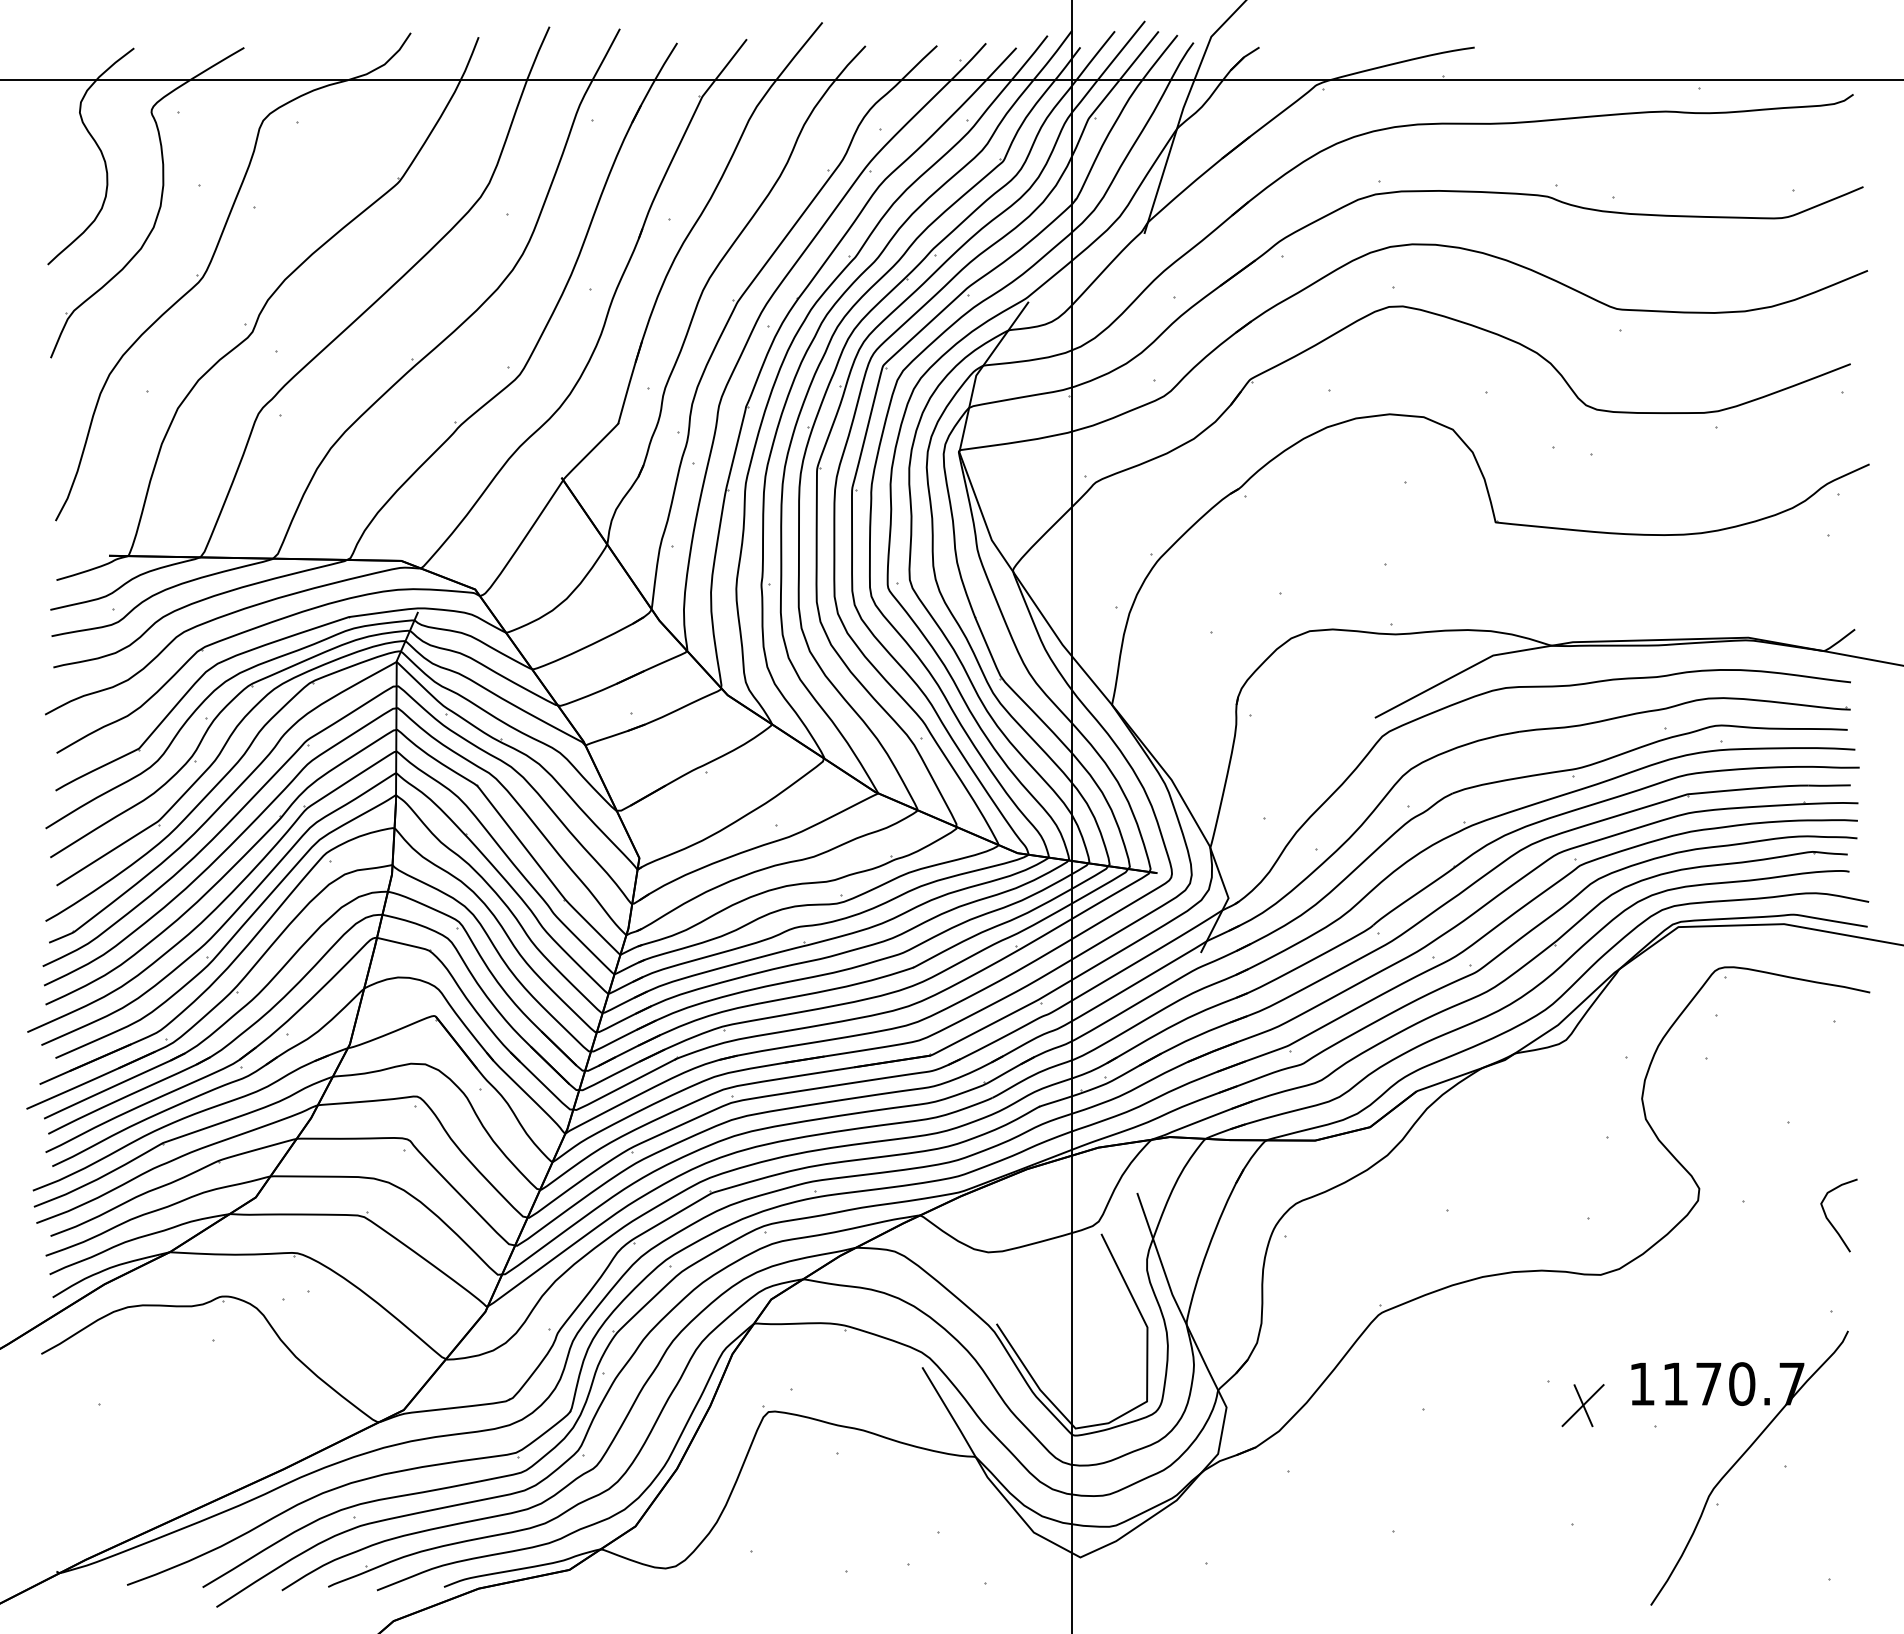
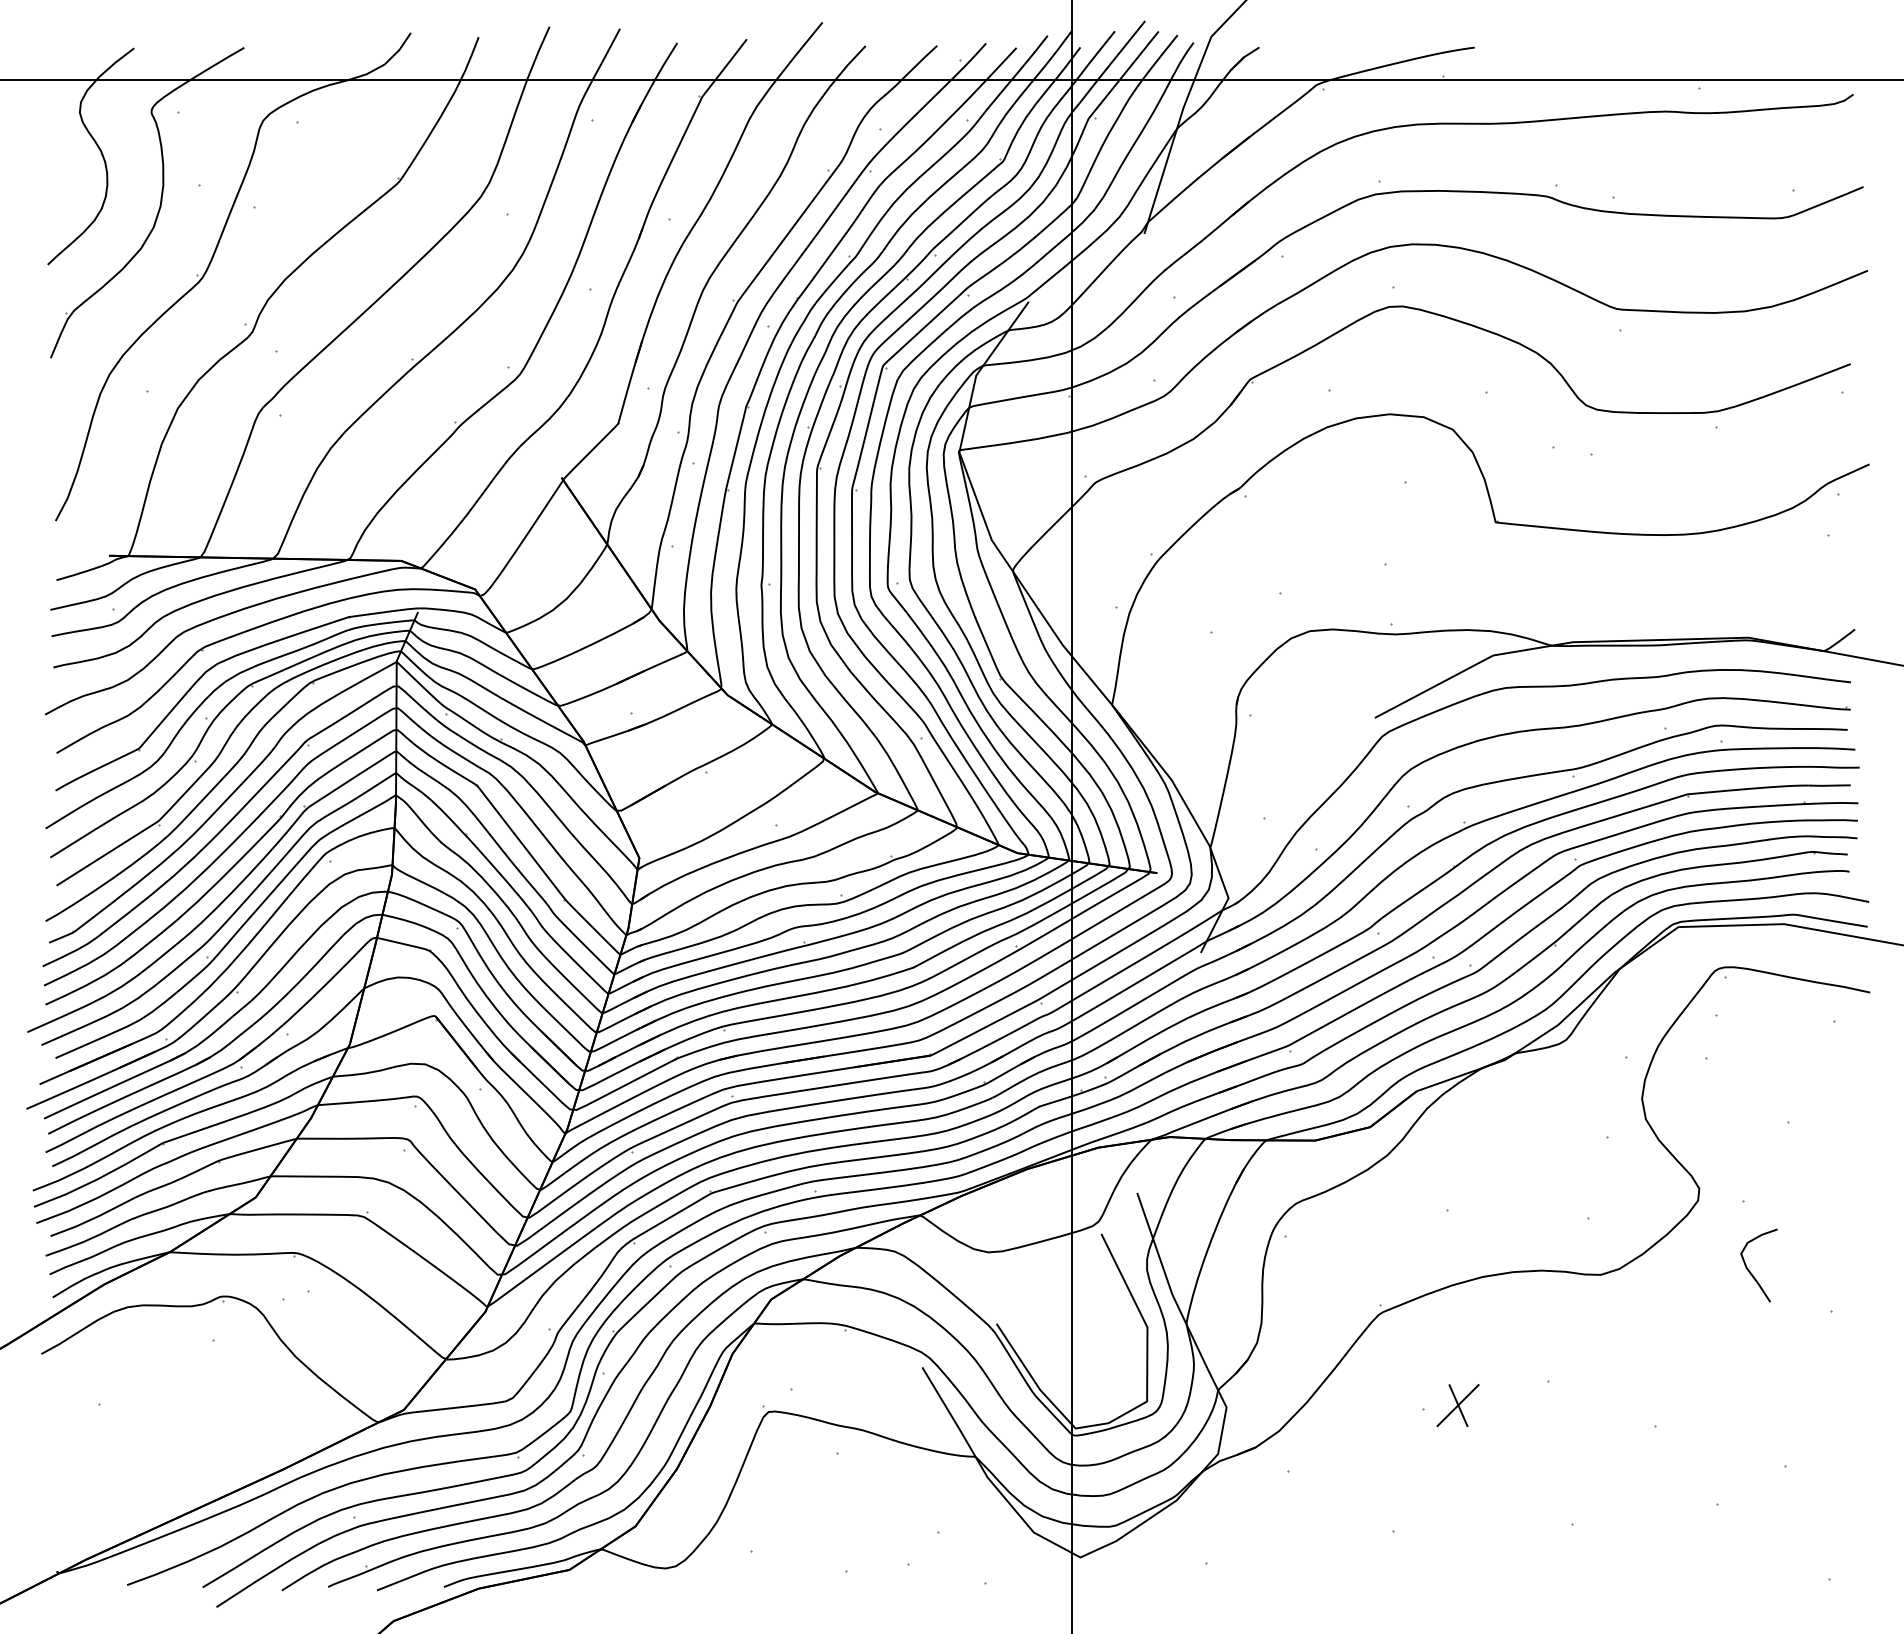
curve at (1831, 1222) position: (1831, 1222) -> (1751, 1272)
part at (1582, 1405) position: (1582, 1405) -> (1457, 1405)
part at (1739, 1467): present -> none
